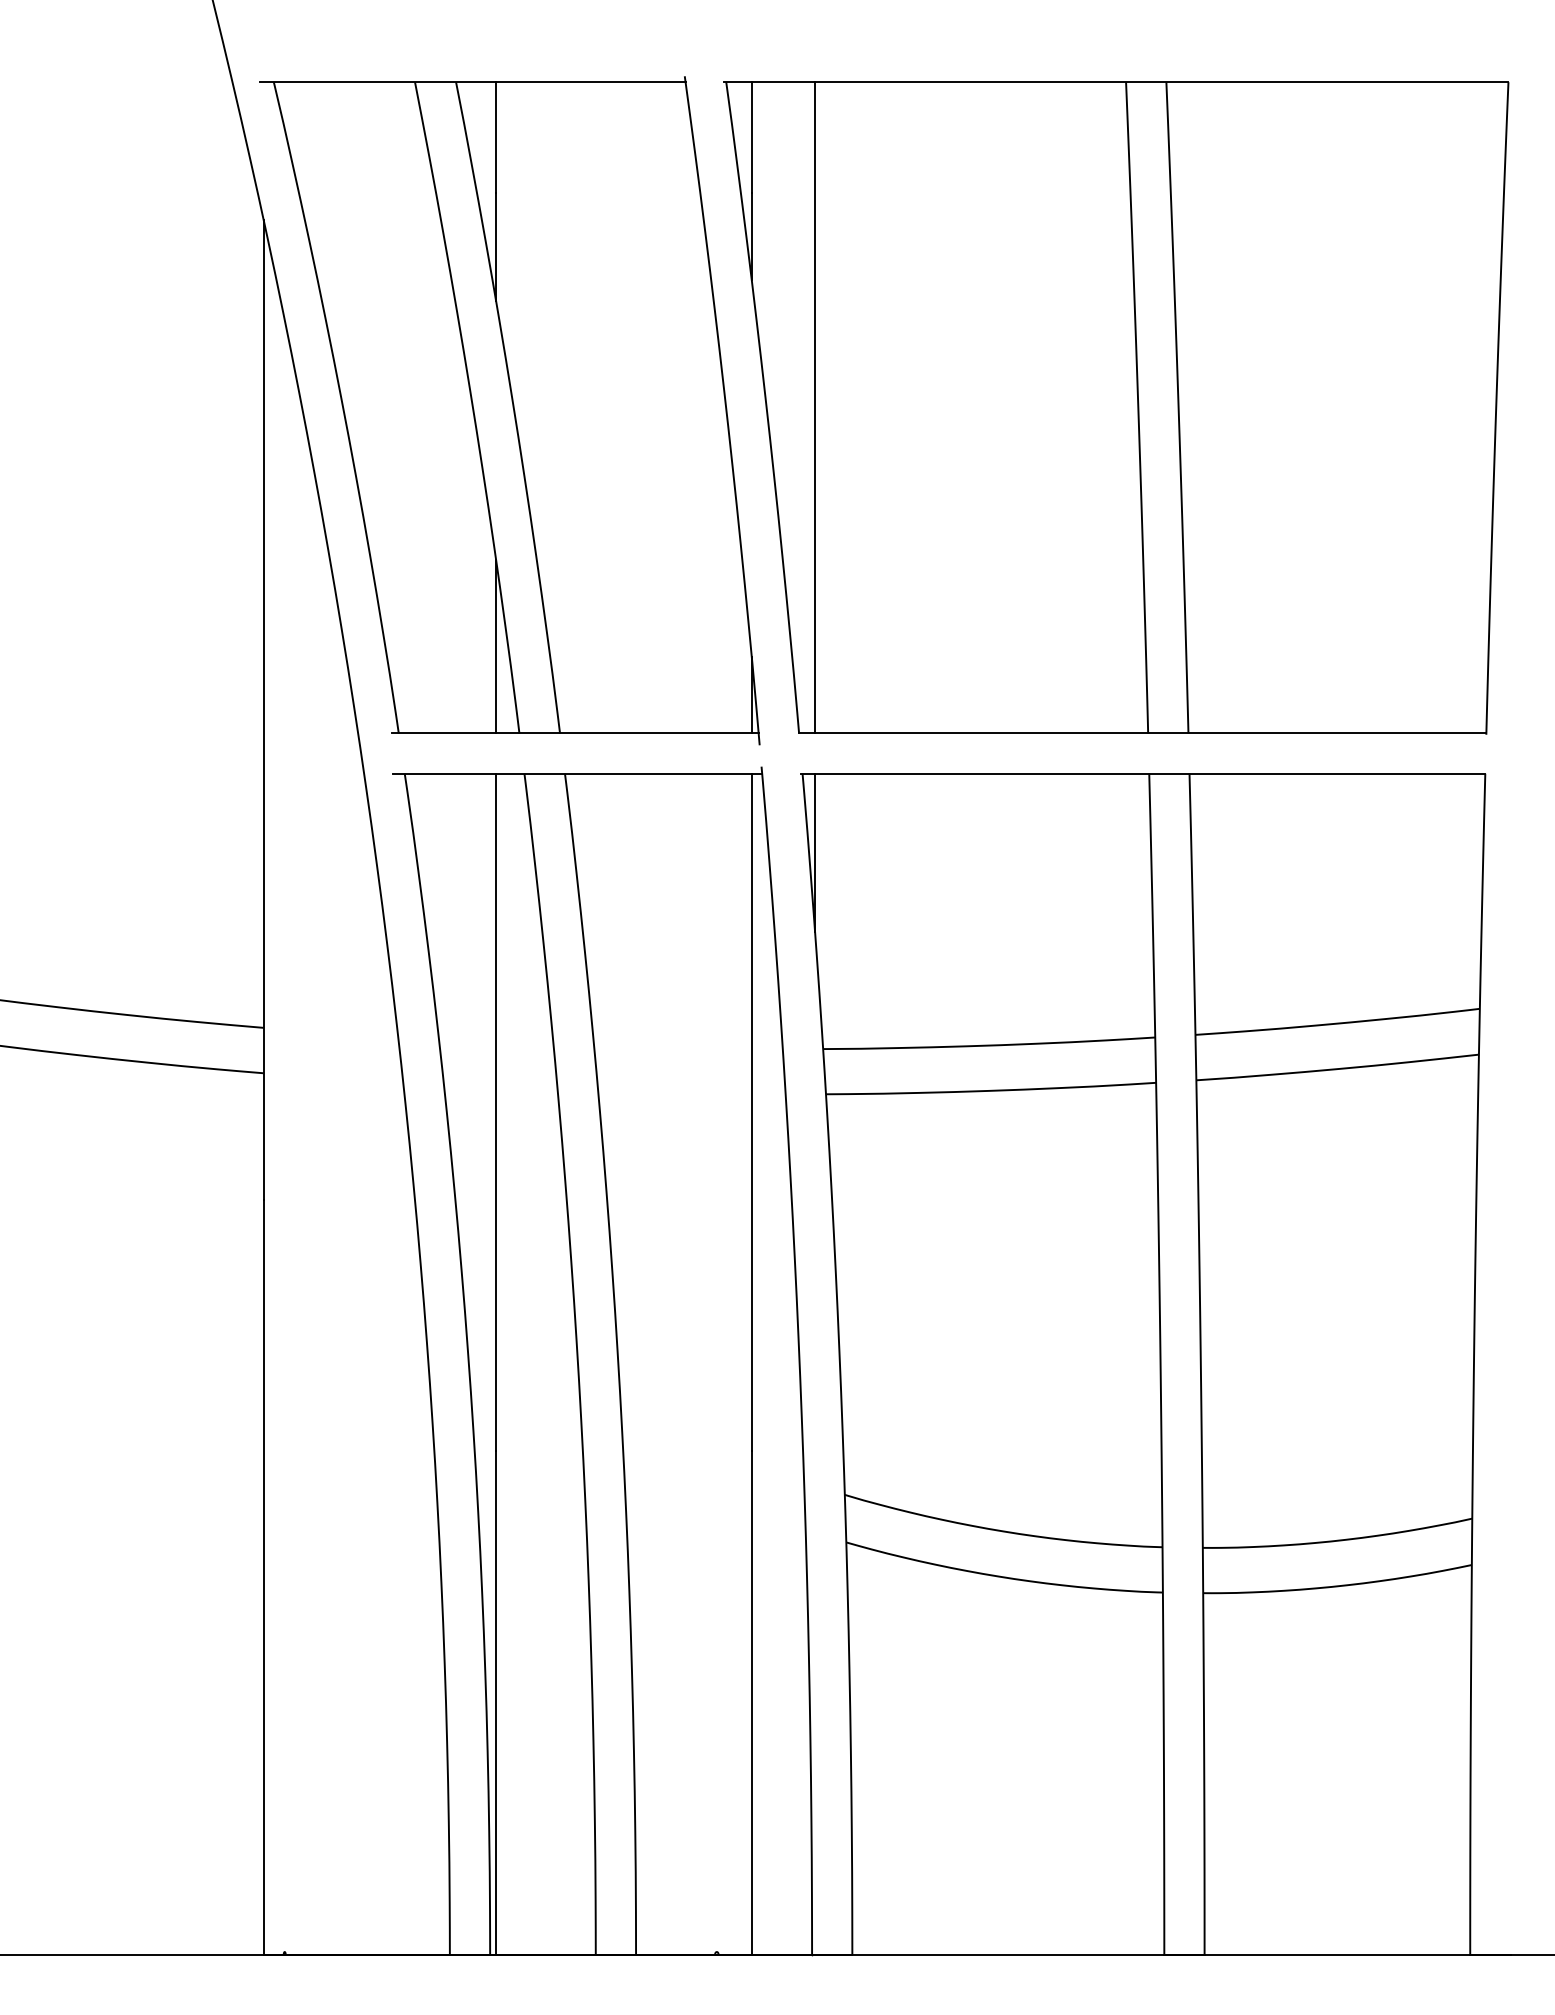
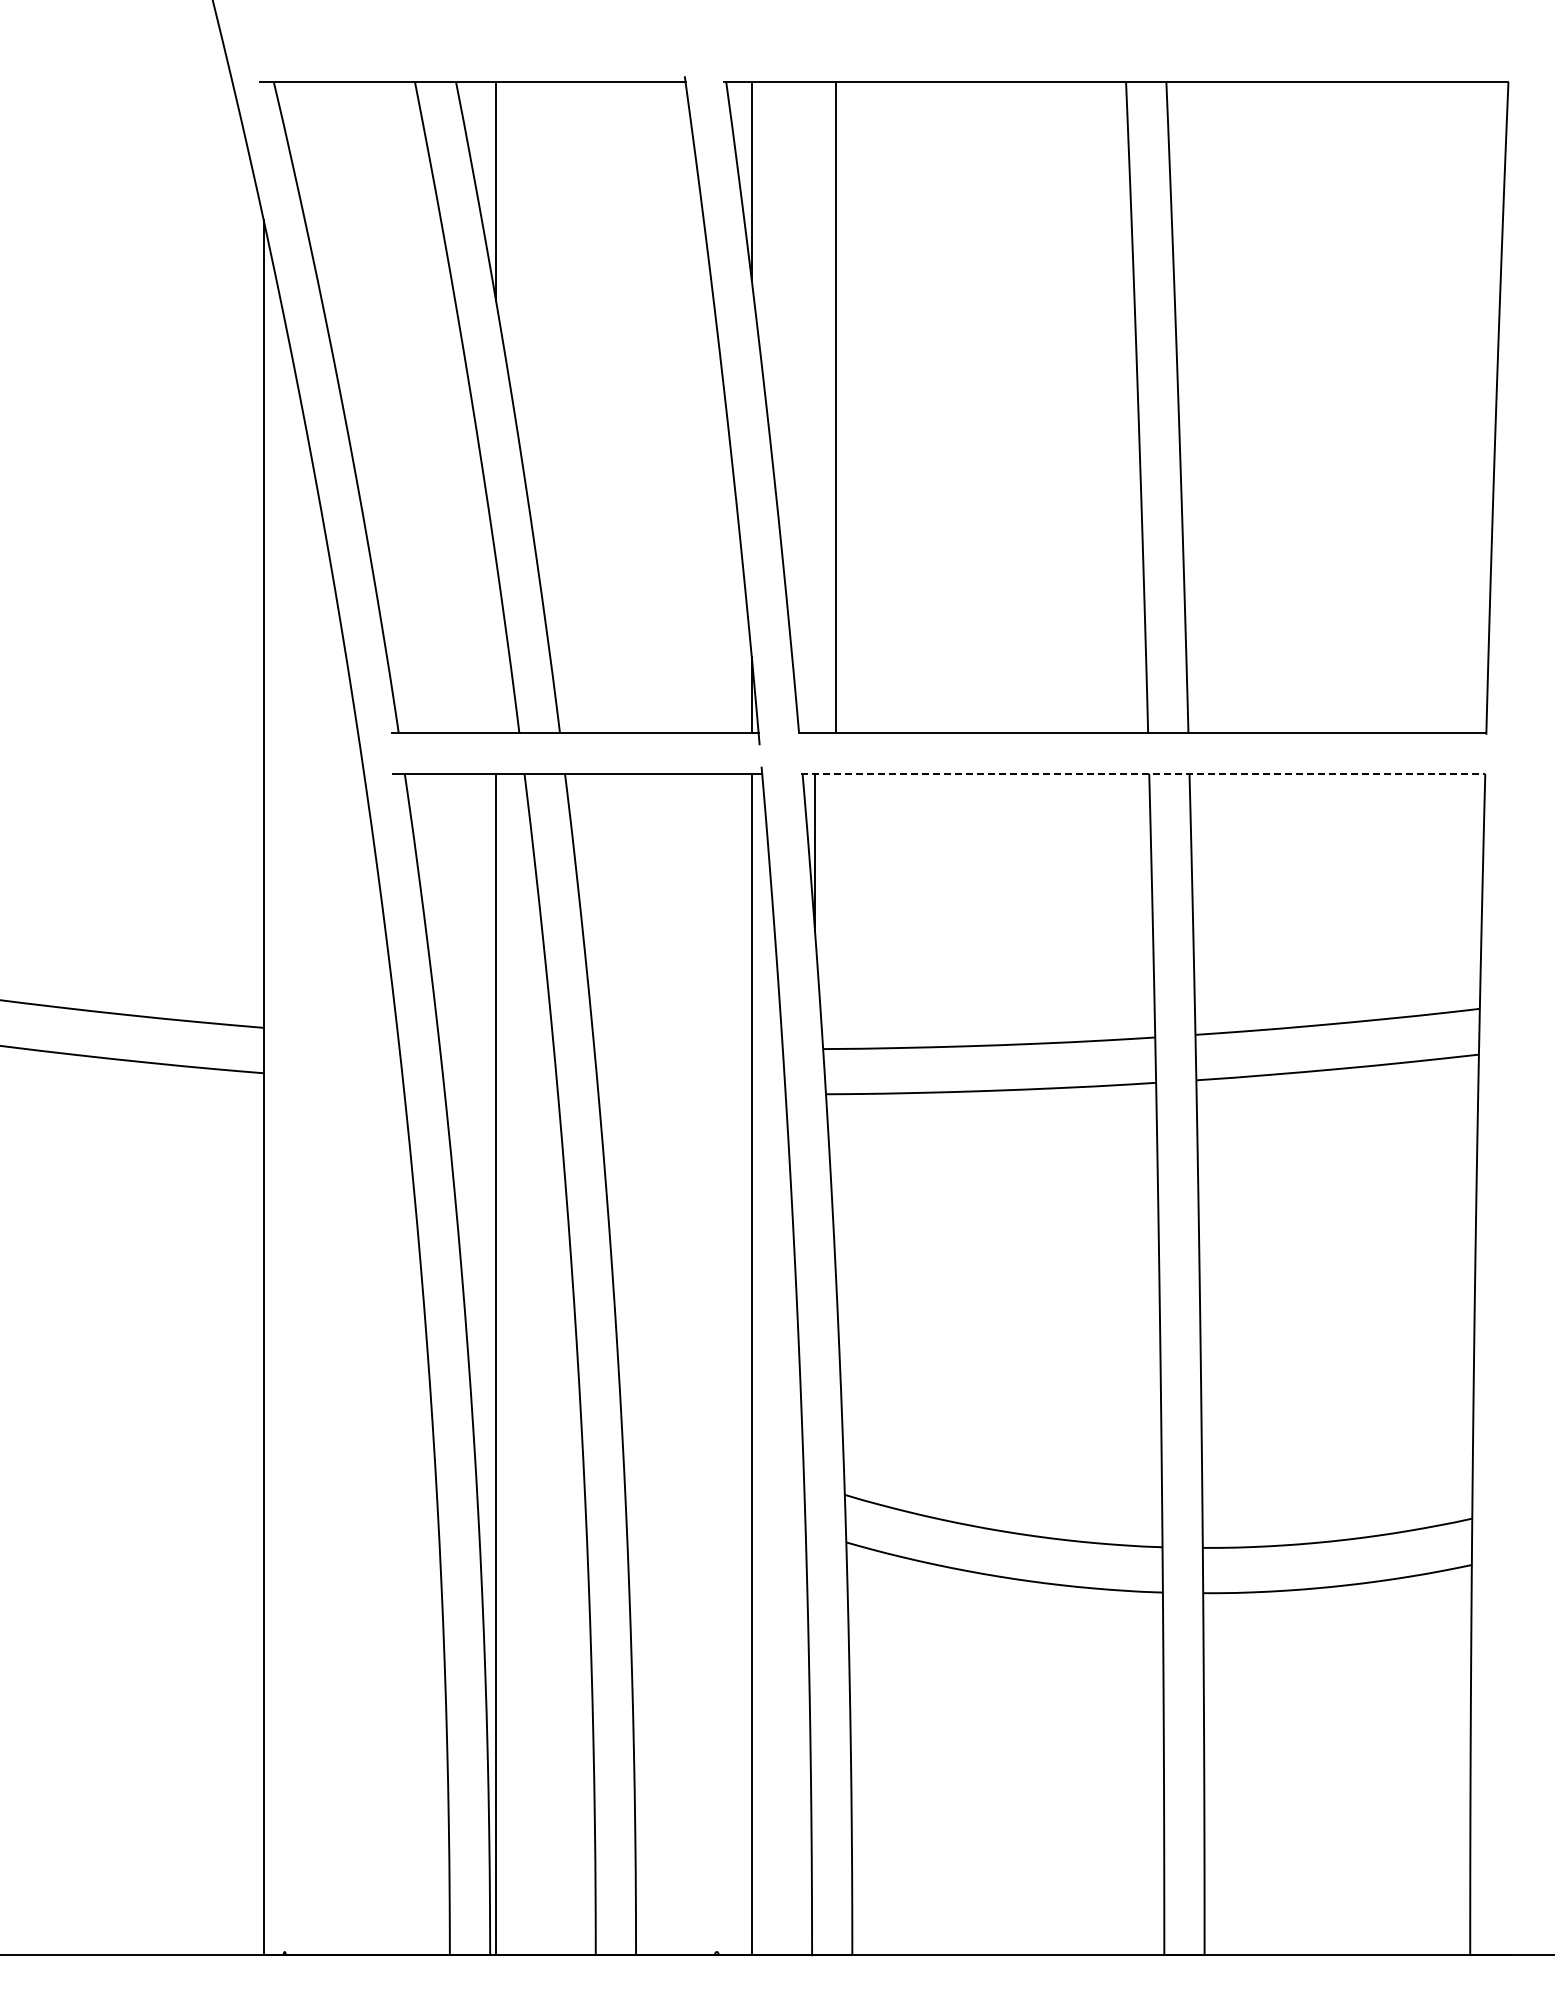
line at (815, 407) position: (815, 407) -> (836, 407)
line at (496, 646): present -> none
line at (1143, 773): solid -> dashed
